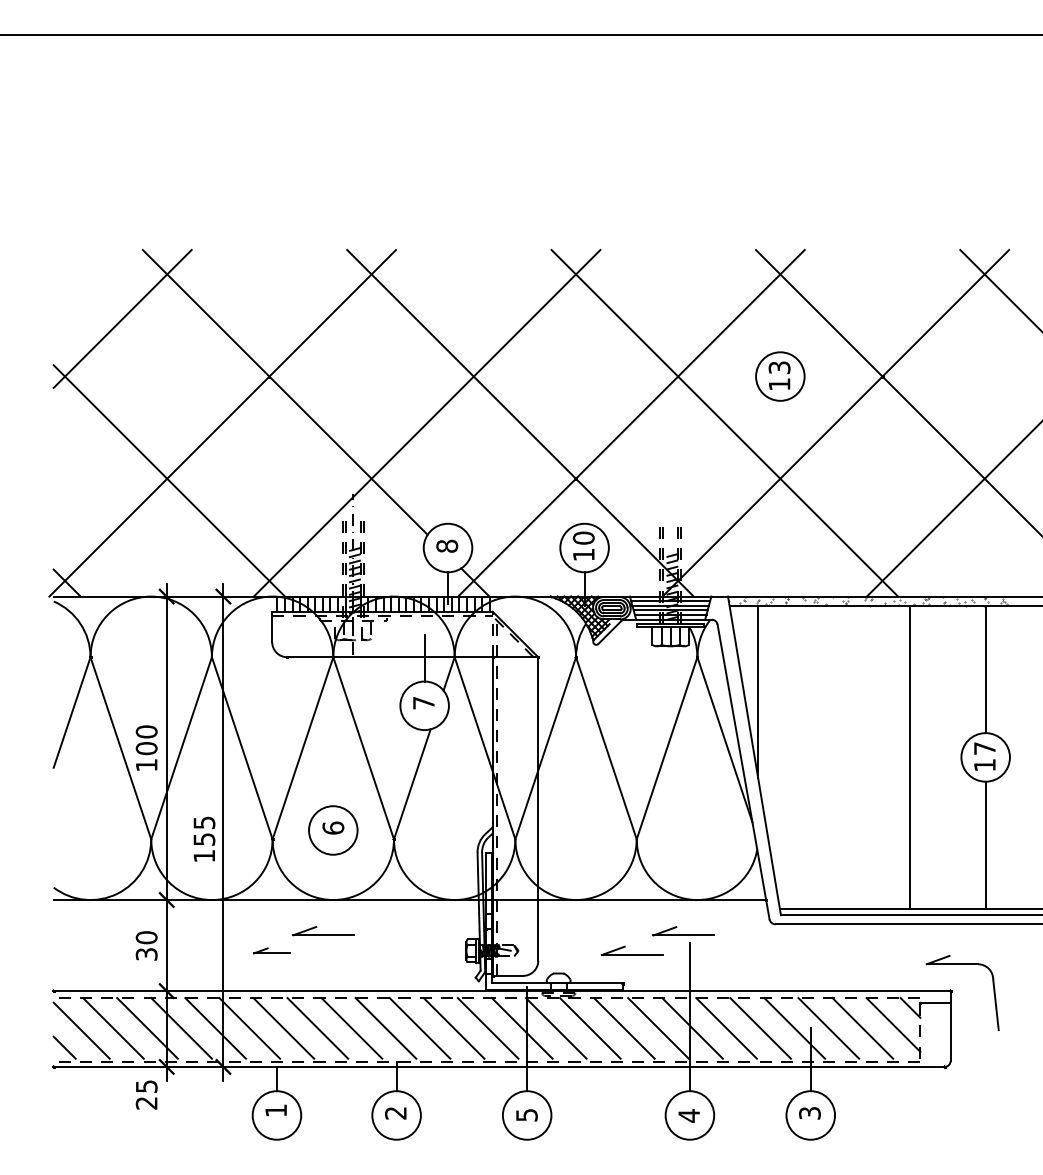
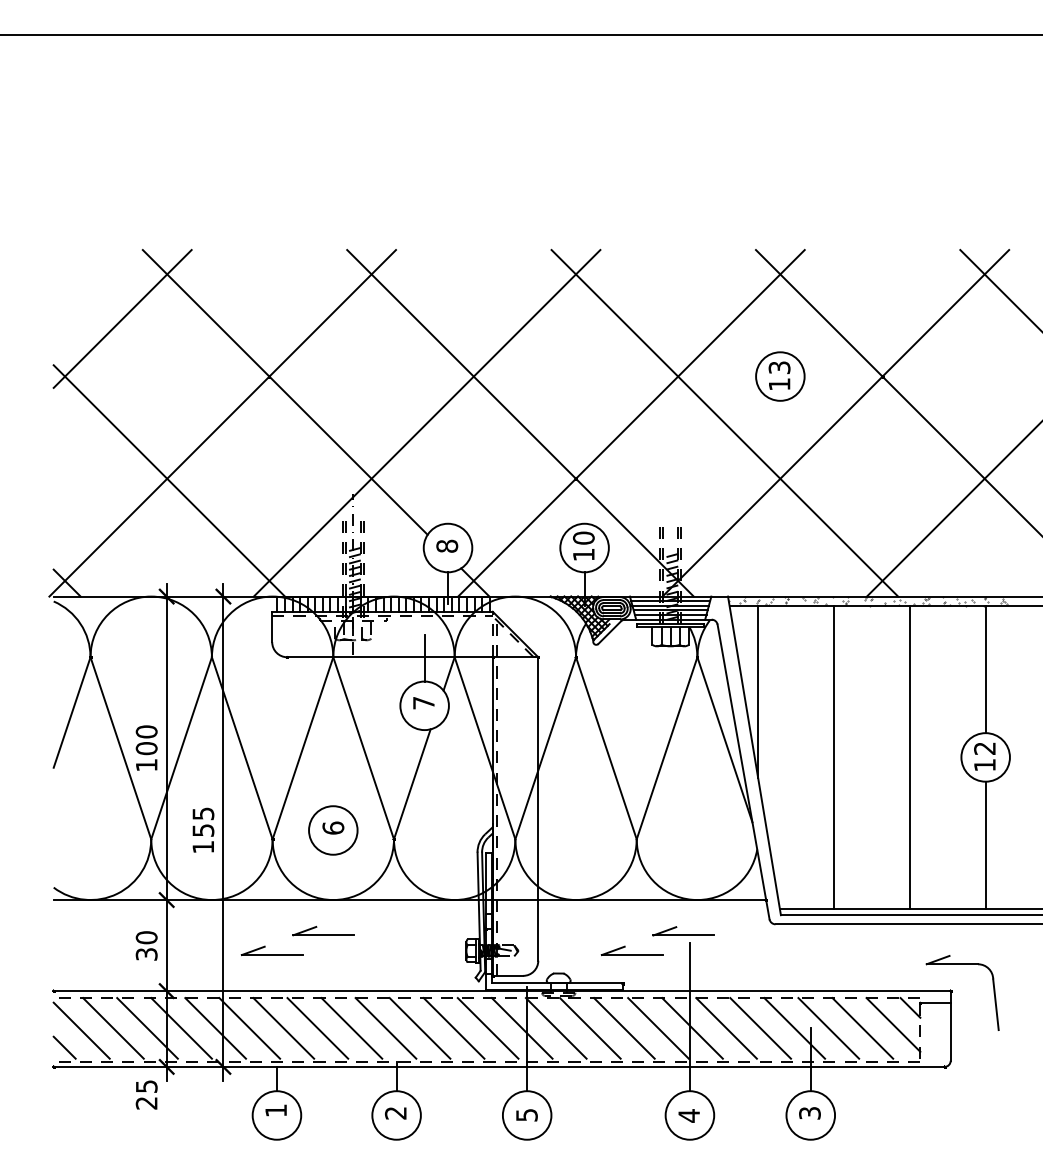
text at (984, 748): 17 -> 12
line at (833, 757): none -> present
text at (204, 838) position: (204, 838) -> (203, 829)
part at (271, 950) size: 38x8 px -> 64x12 px
